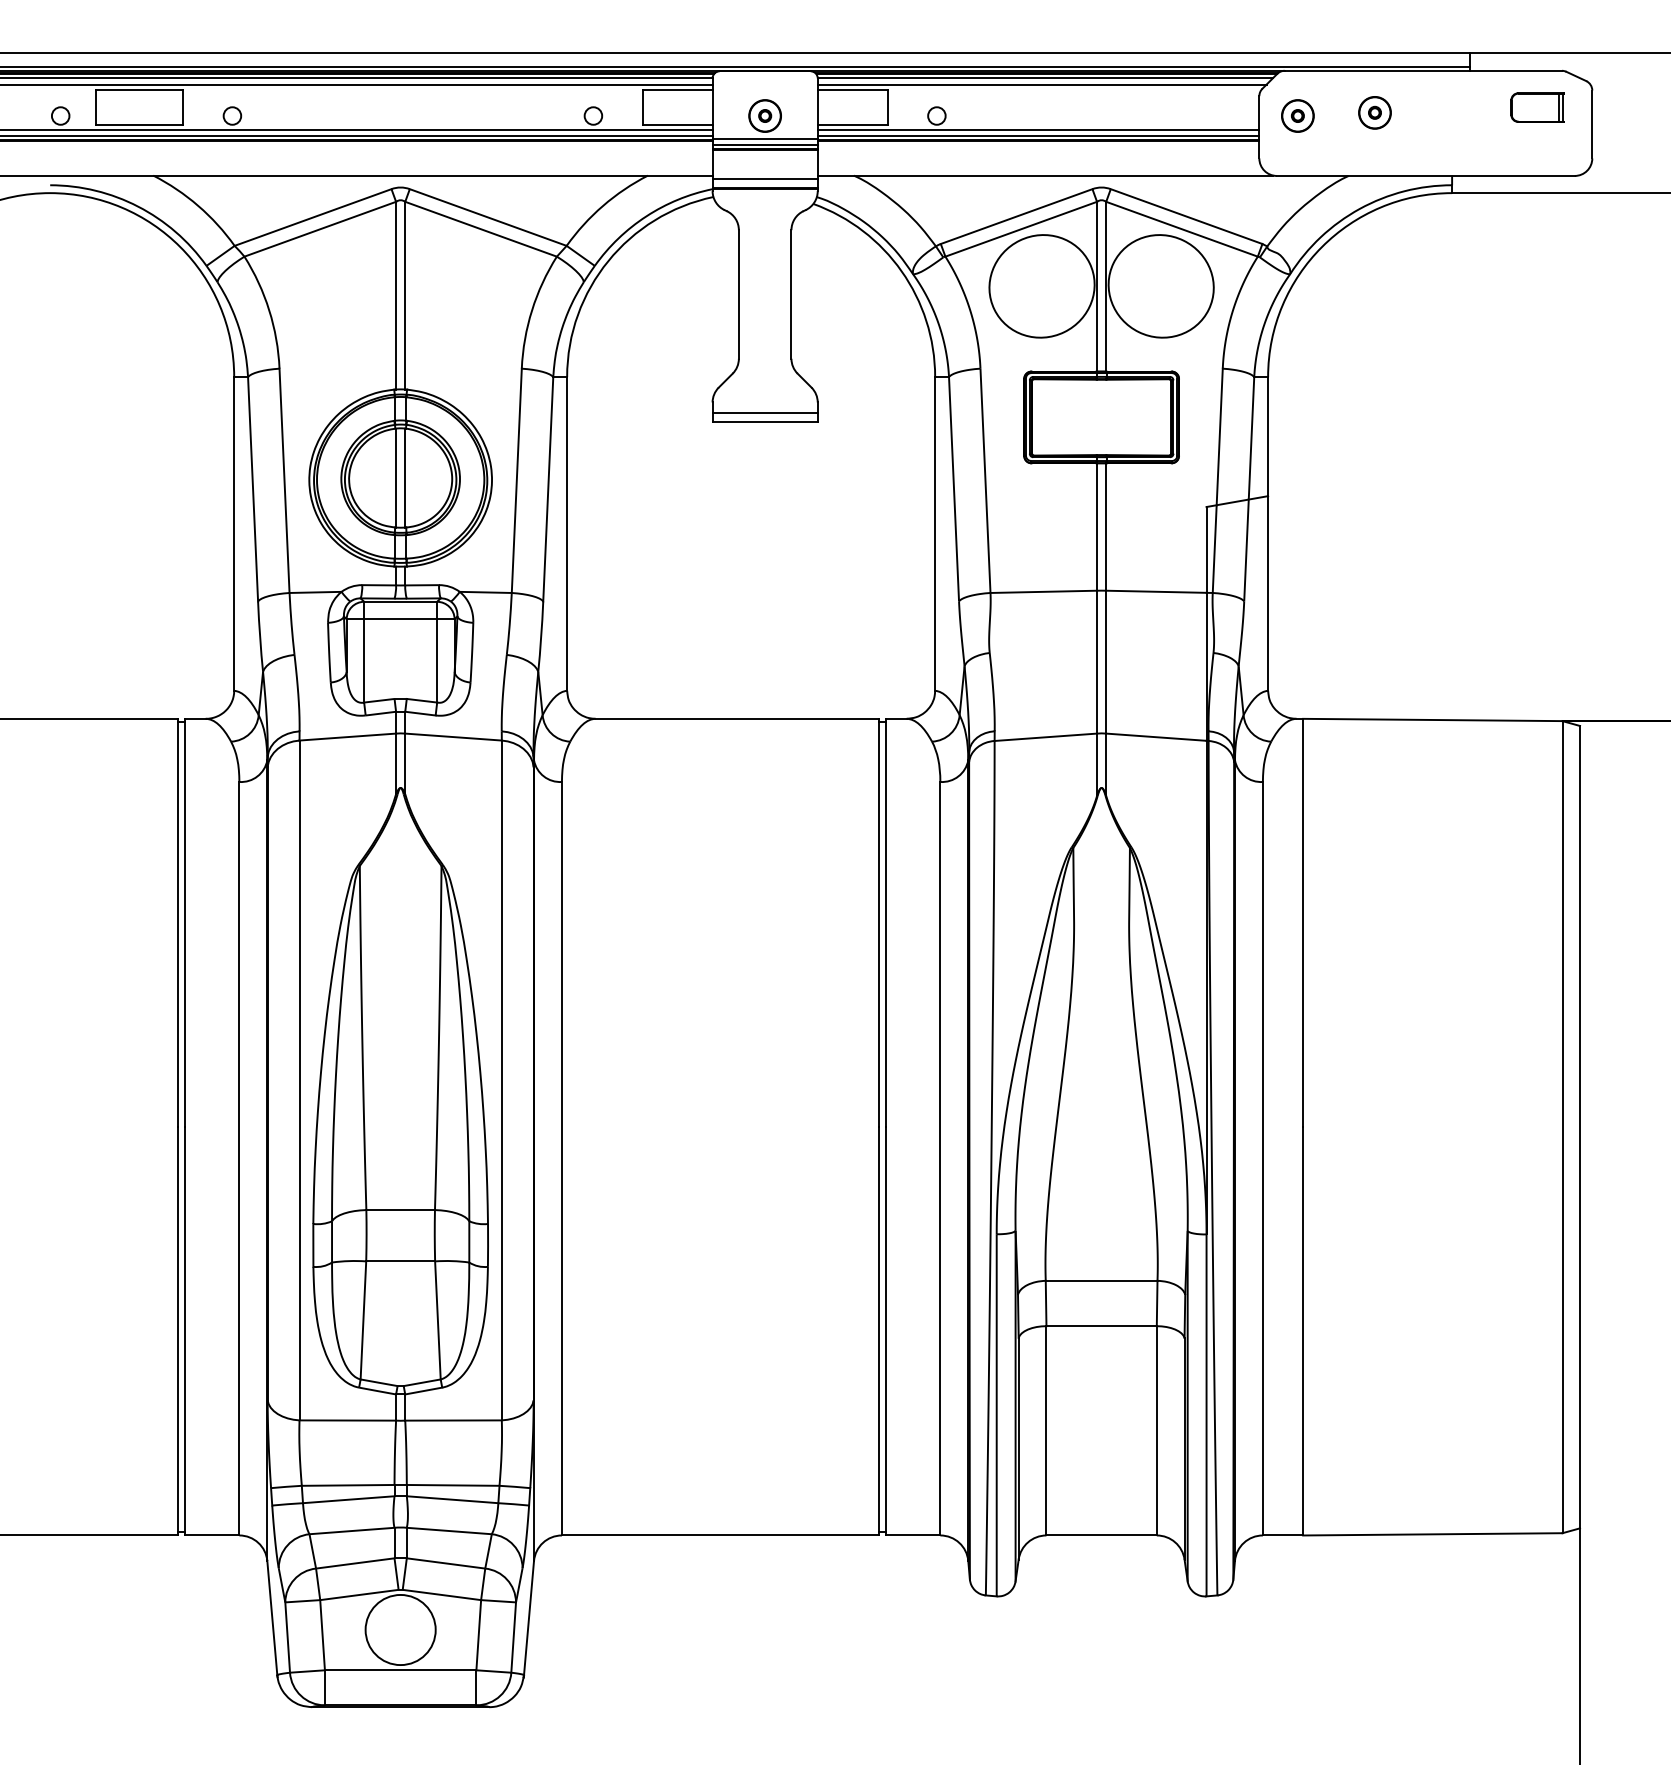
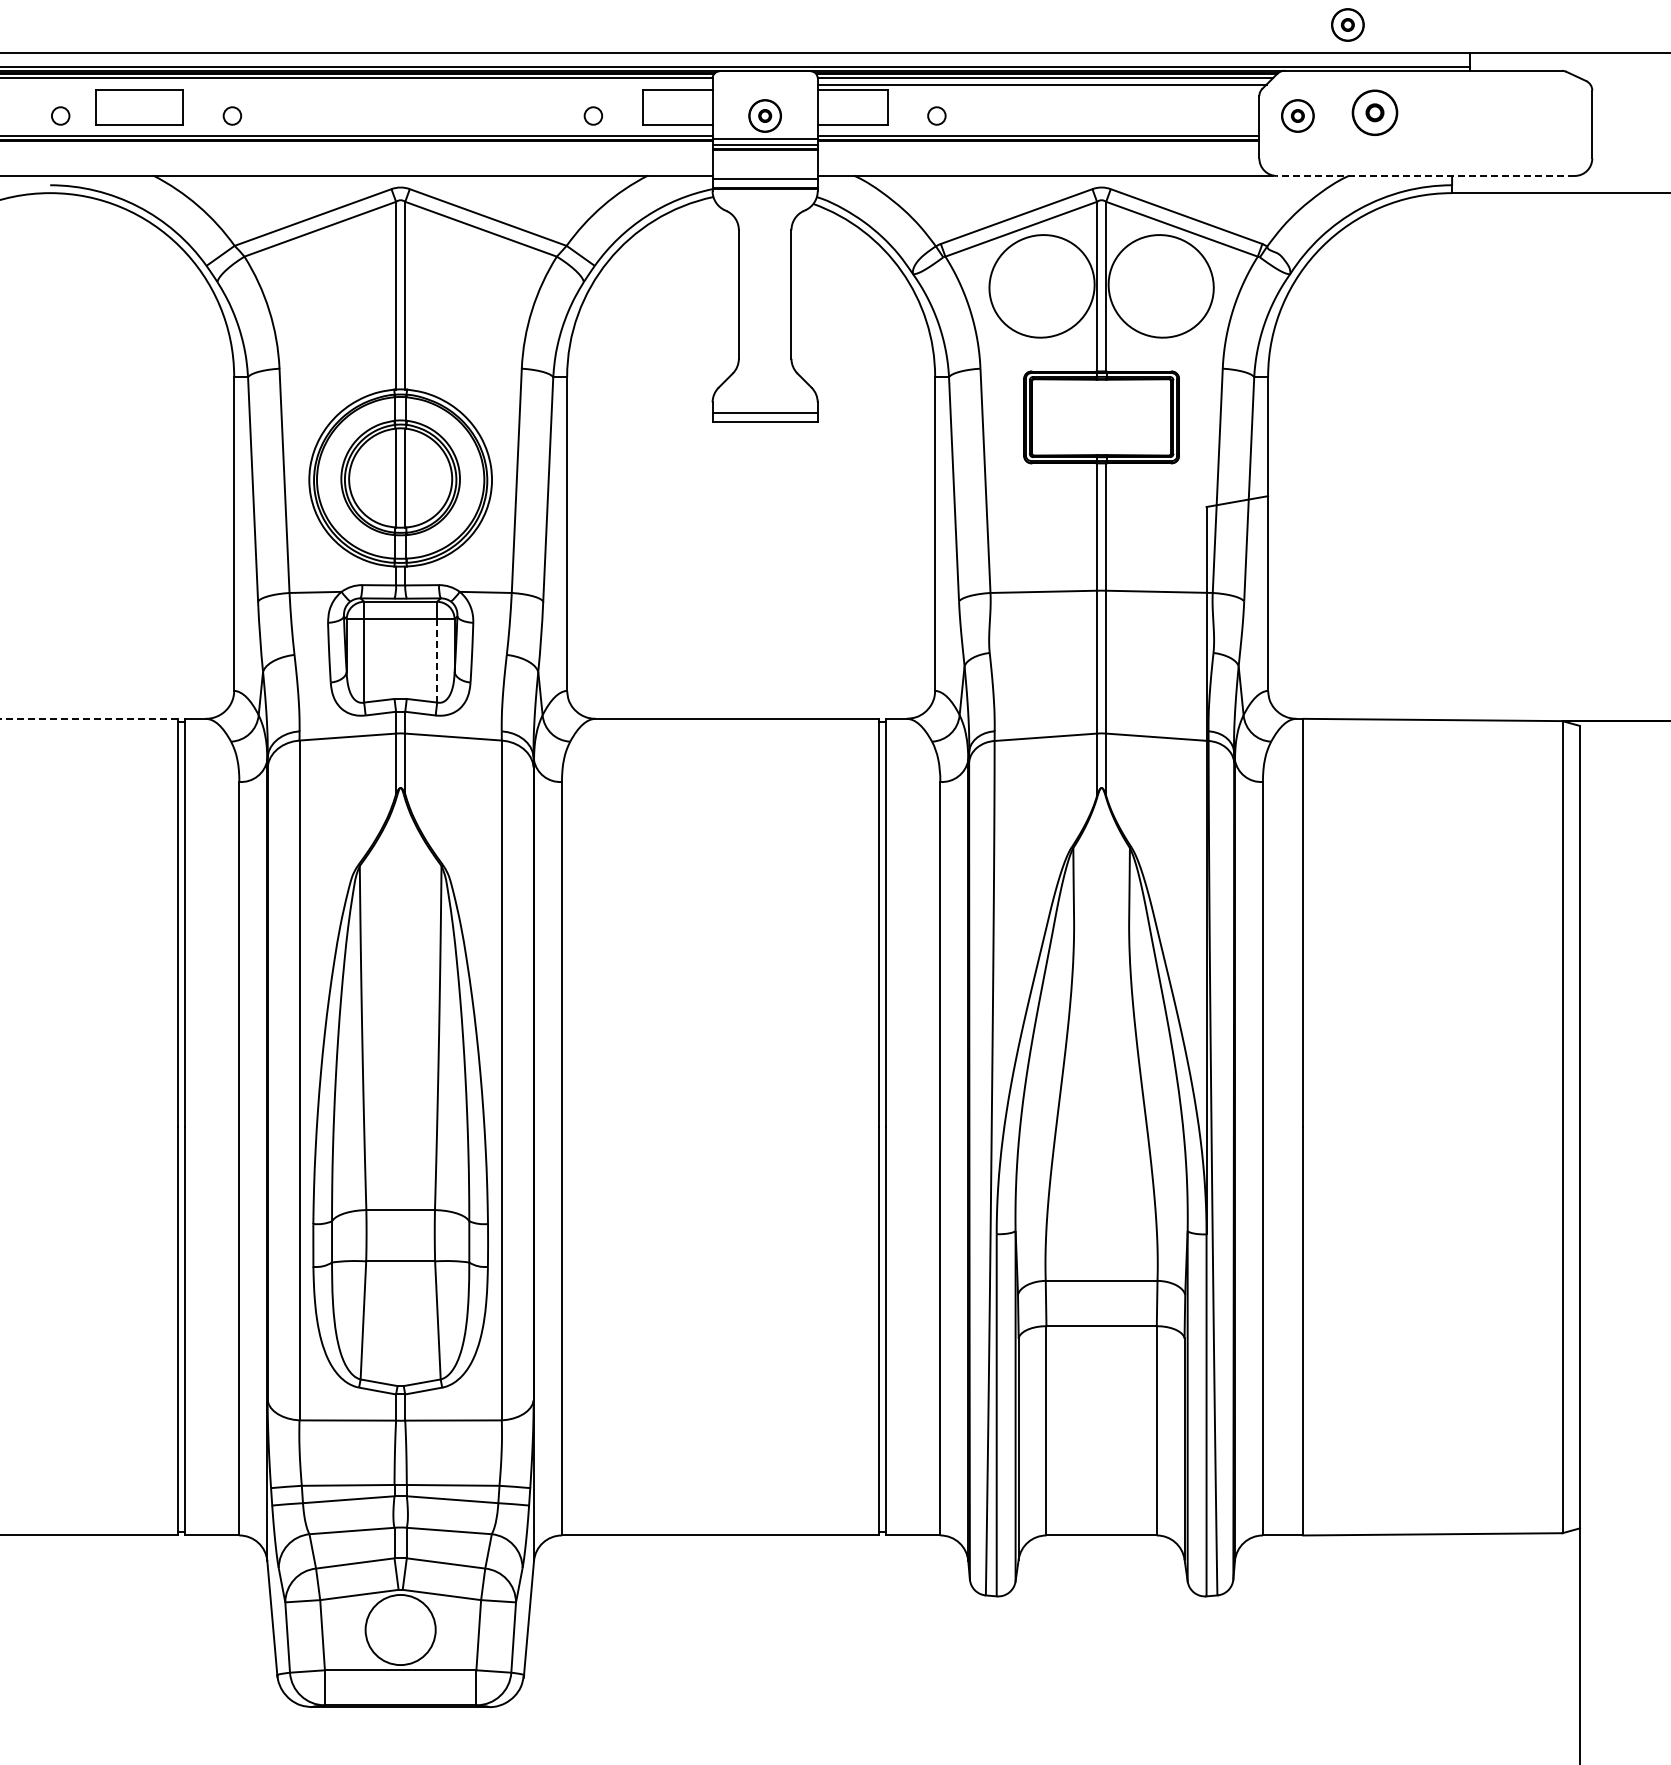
part at (1347, 24): none -> present
line at (357, 84): present -> none
part at (1537, 107): present -> none
part at (1374, 112) size: 34x34 px -> 48x47 px
line at (357, 129): present -> none
line at (1038, 129): present -> none
line at (1425, 175): solid -> dashed
line at (437, 660): solid -> dashed
line at (89, 718): solid -> dashed
